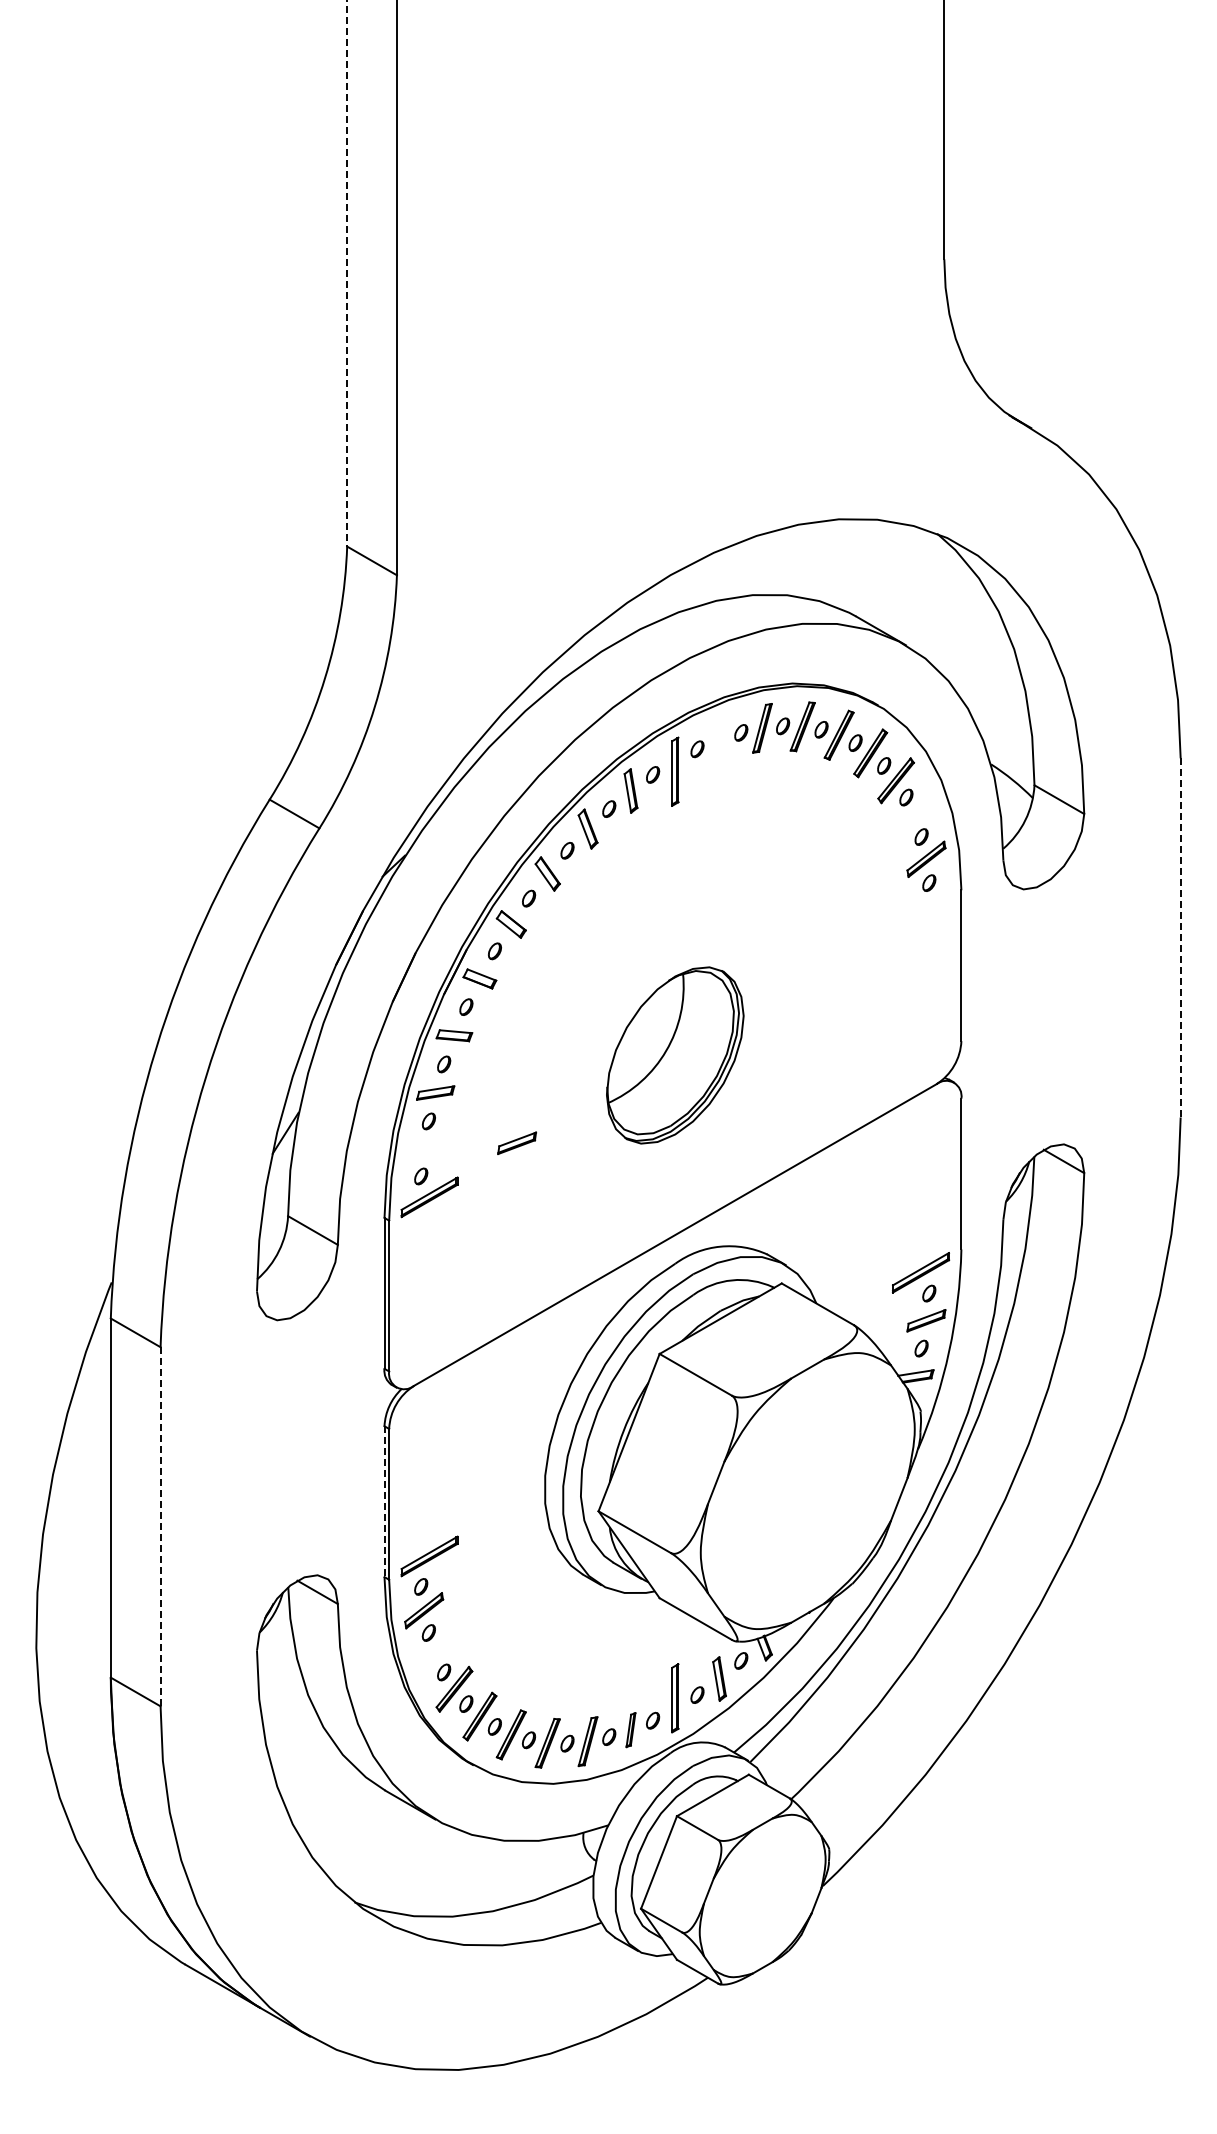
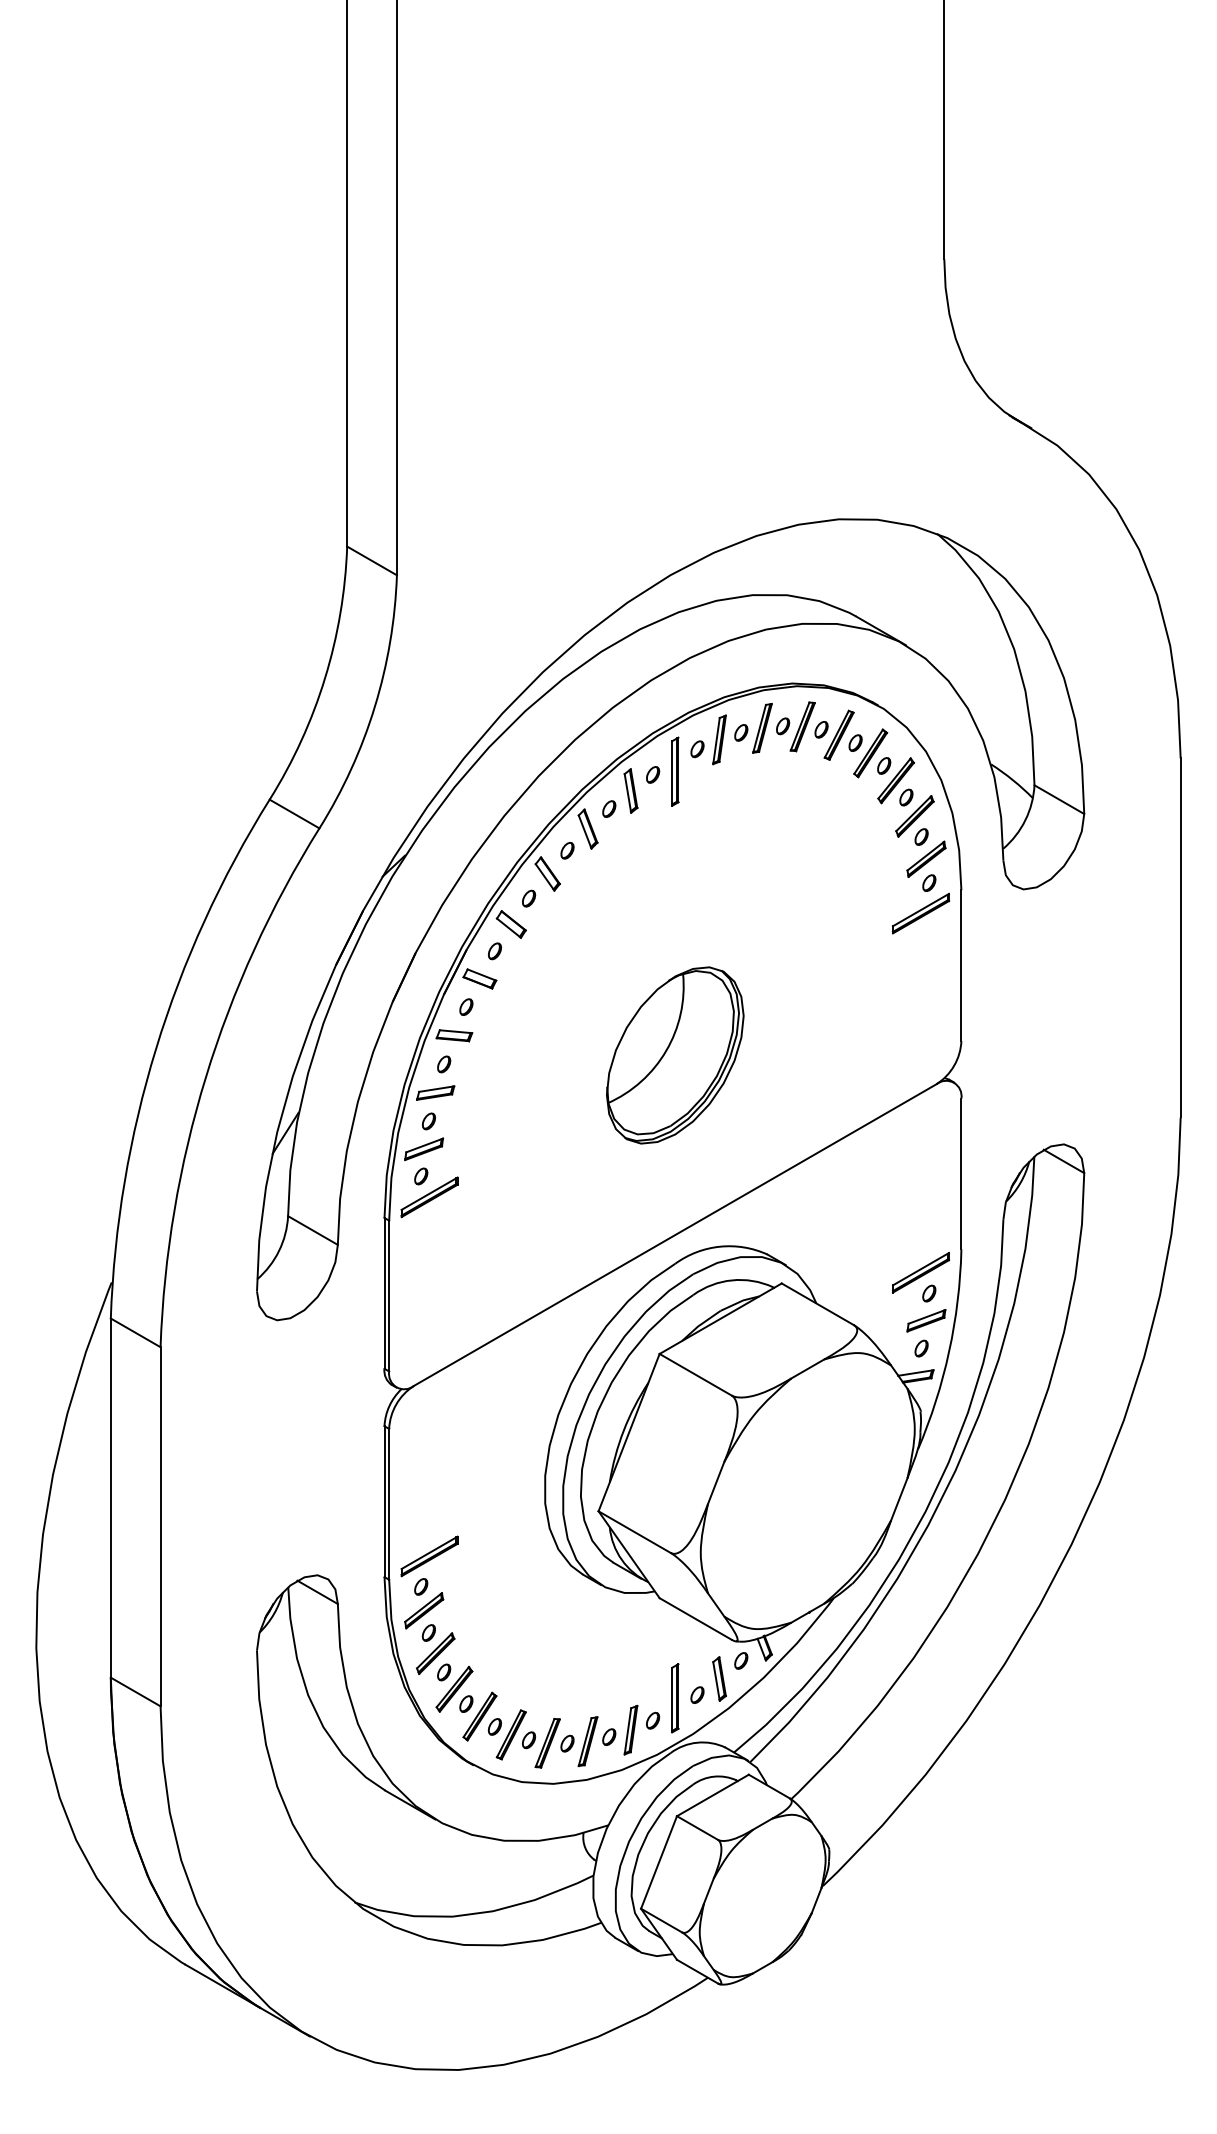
line at (347, 273): dashed -> solid
part at (719, 739): none -> present
part at (914, 816): none -> present
part at (920, 913): none -> present
line at (1180, 937): dashed -> solid
part at (517, 1142) position: (517, 1142) -> (424, 1148)
line at (384, 1502): dashed -> solid
line at (160, 1526): dashed -> solid
part at (435, 1653): none -> present
part at (630, 1730) size: 12x37 px -> 16x52 px
